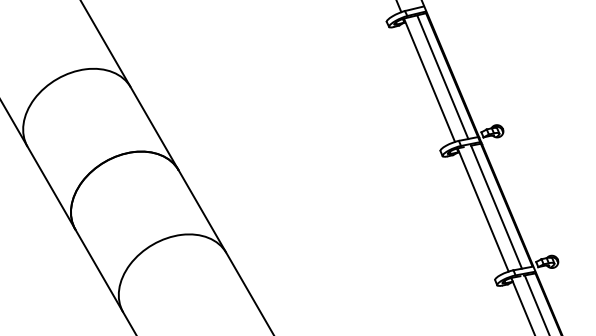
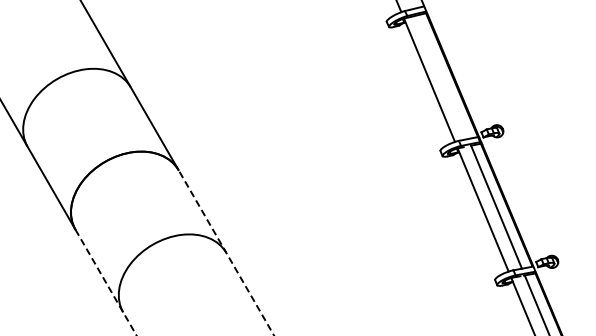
line at (442, 77): present -> none
line at (226, 252): solid -> dashed
line at (105, 282): solid -> dashed
